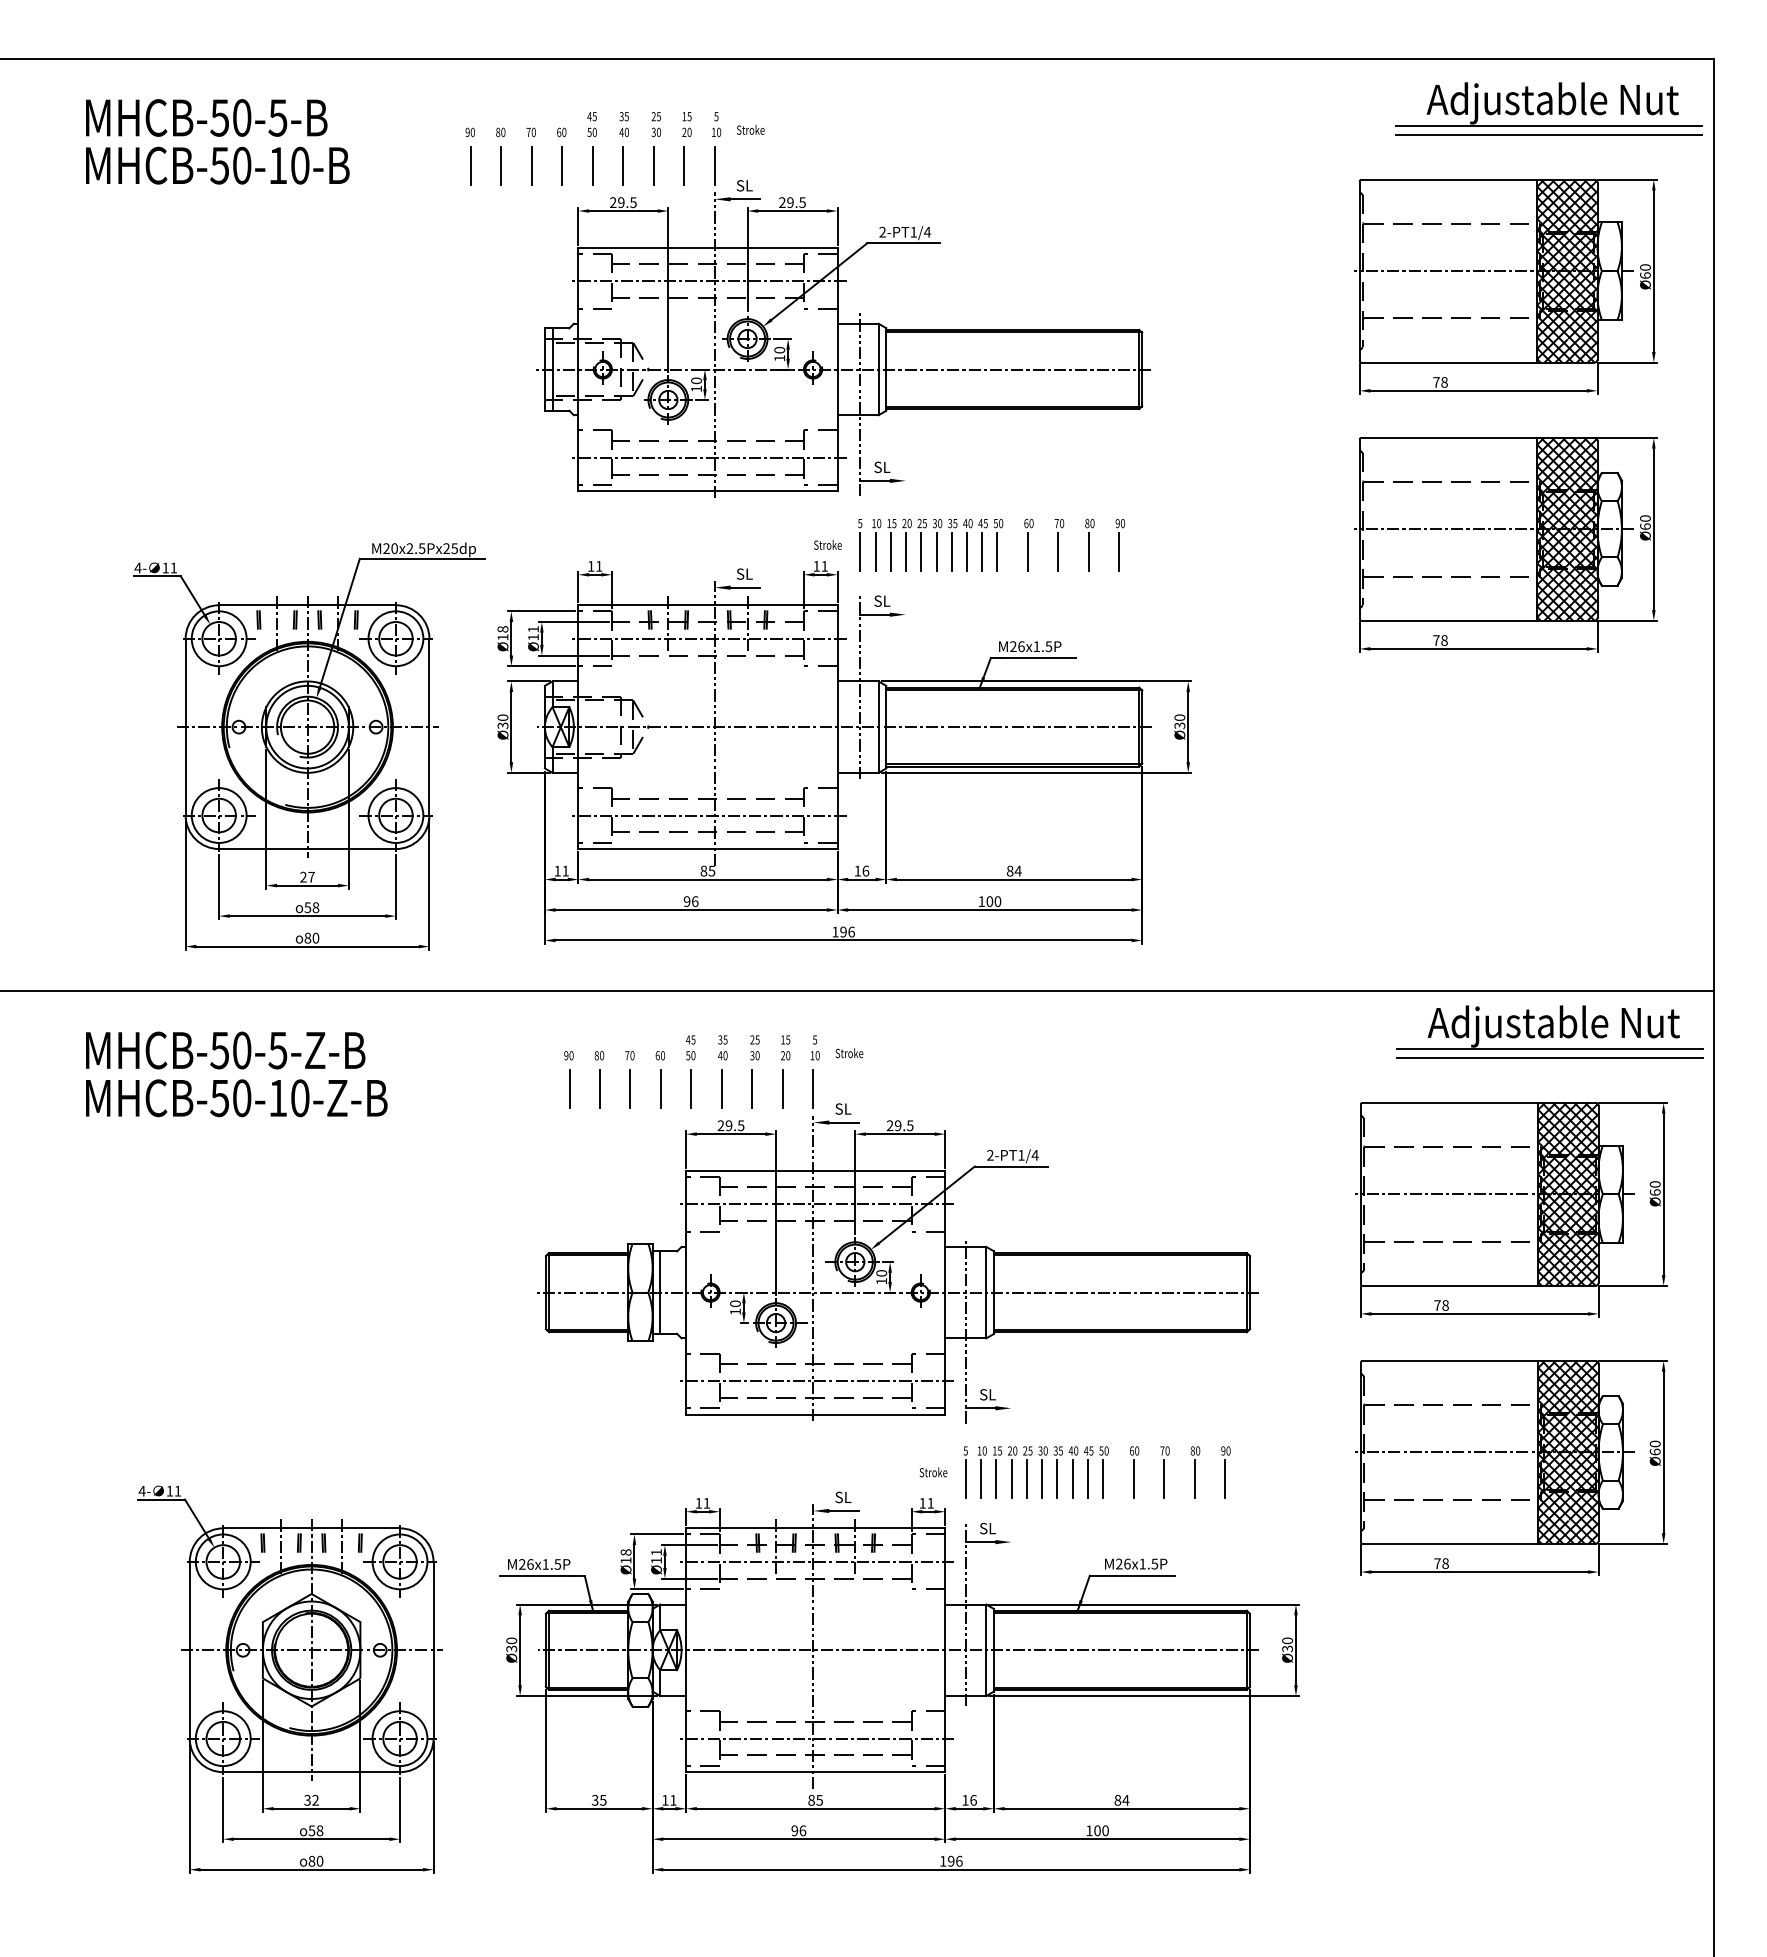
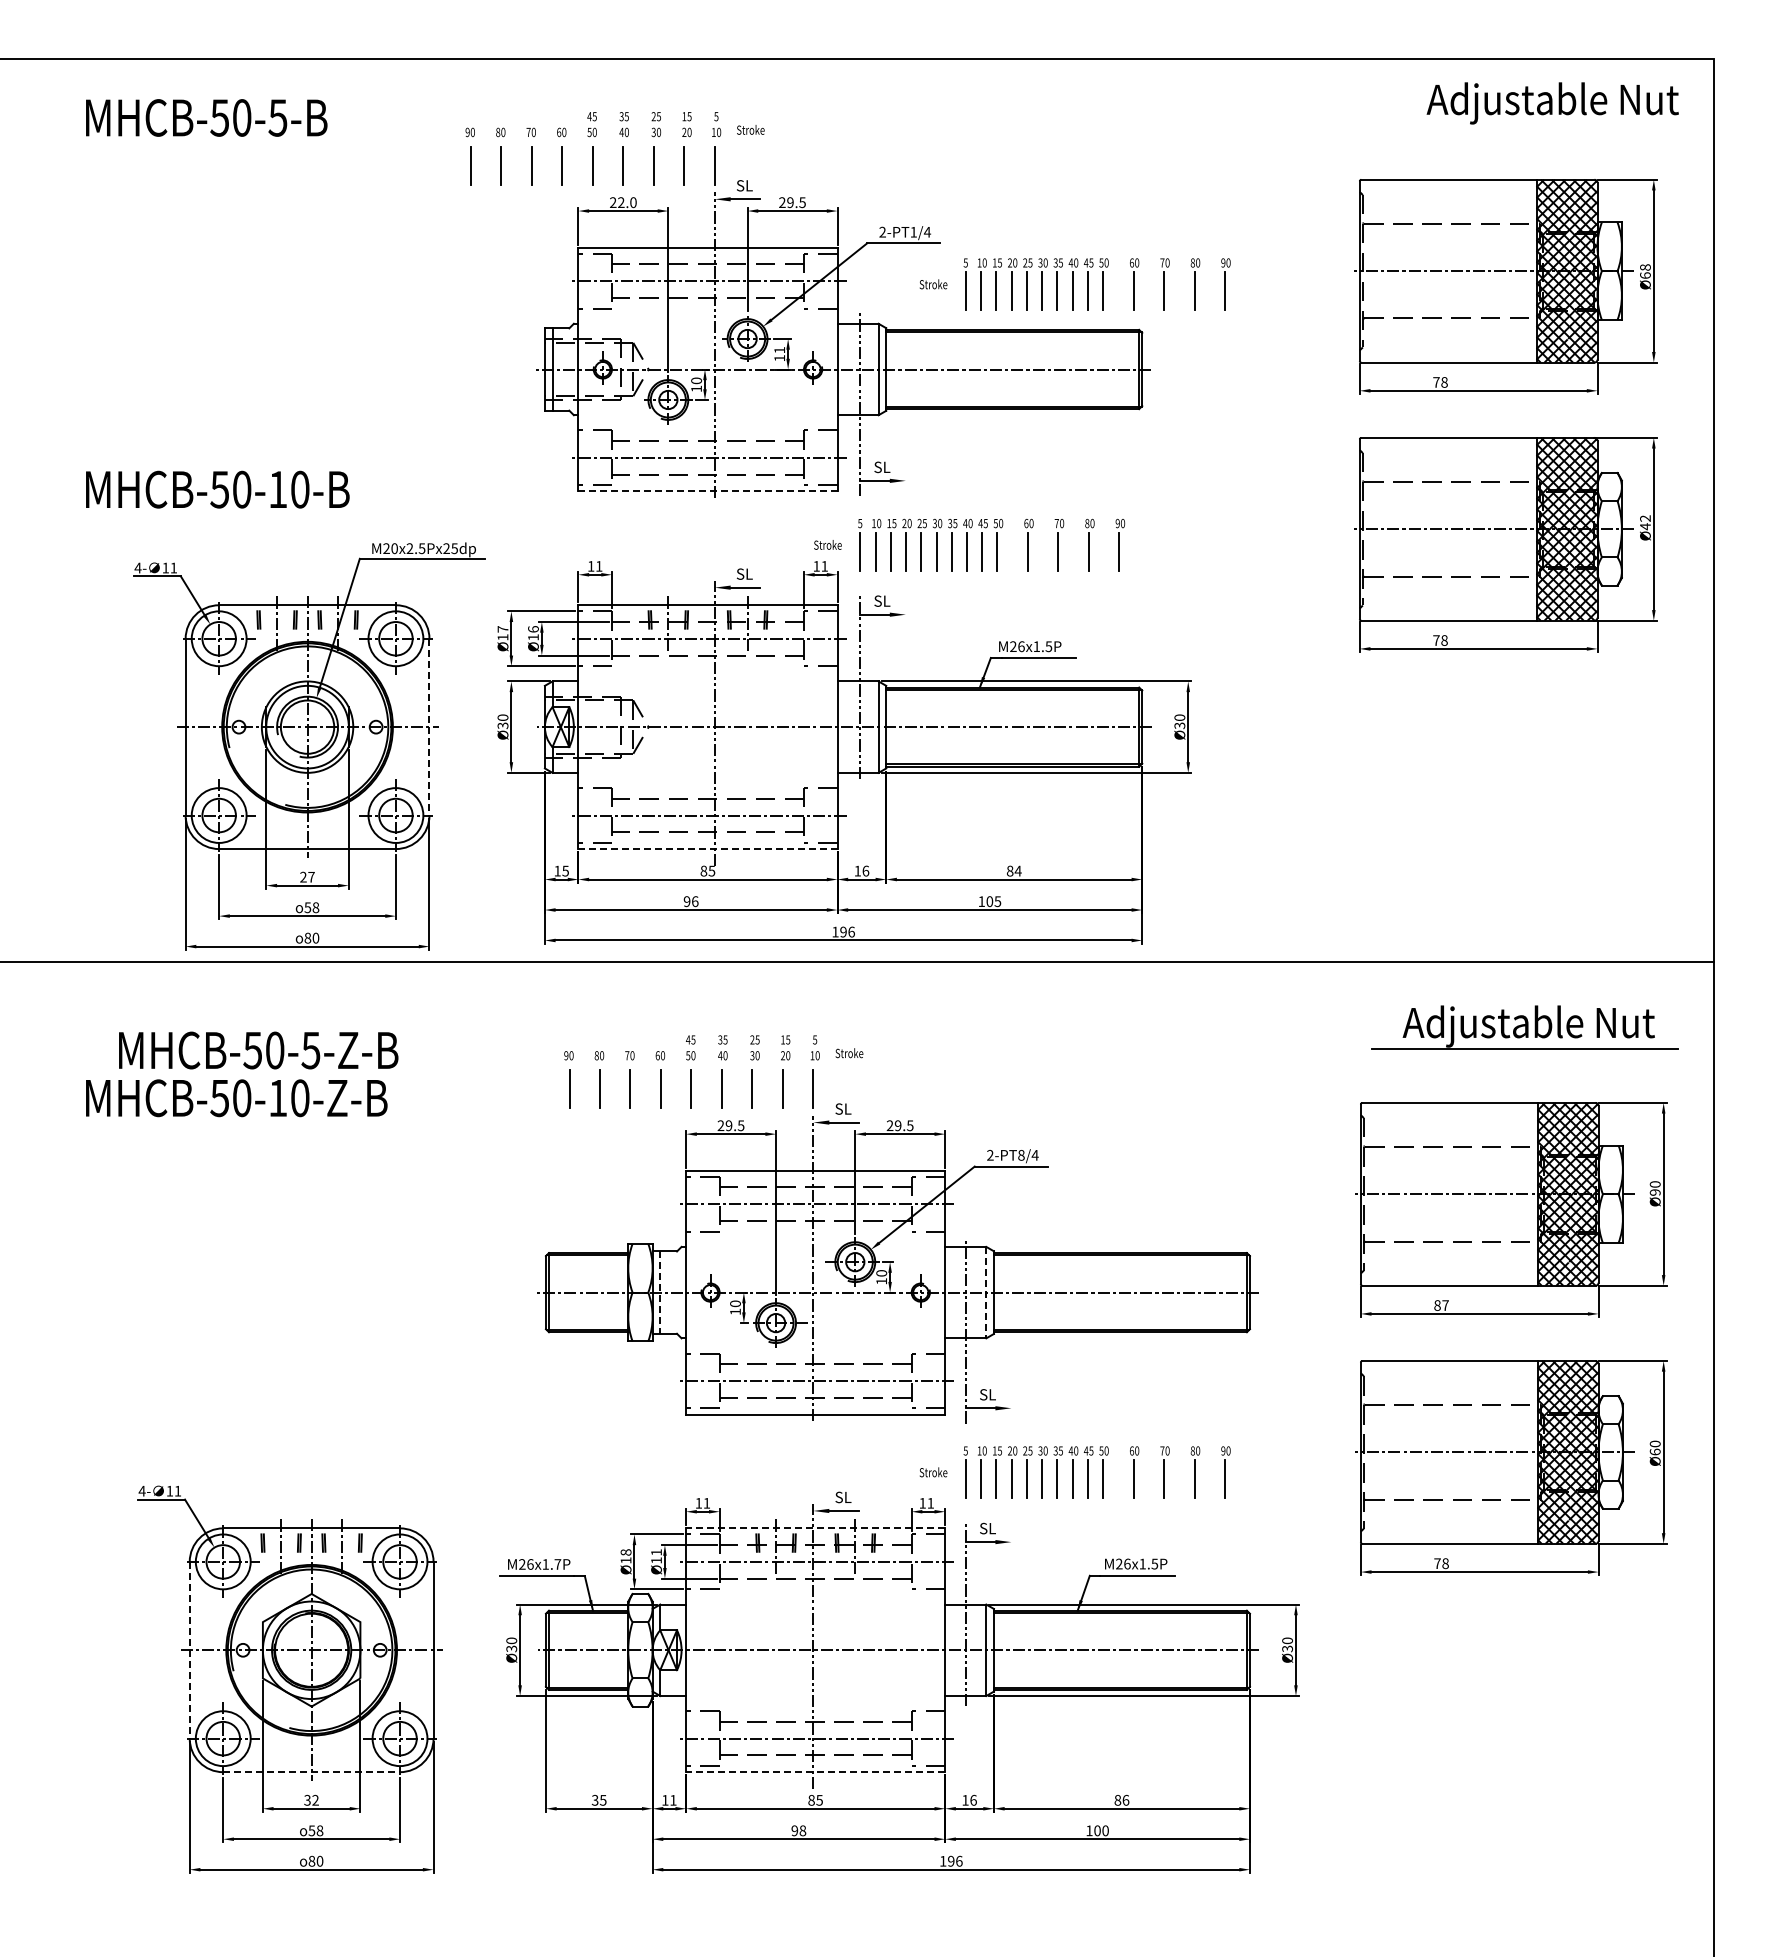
line at (1548, 126): present -> none
line at (1548, 134): present -> none
text at (217, 165) position: (217, 165) -> (217, 489)
text at (627, 202): 29.5 -> 22.0
text at (1645, 267): Ø60 -> Ø68
part at (1074, 284): none -> present
text at (779, 350): 10 -> 11
line at (707, 491): solid -> dashed
text at (1645, 522): Ø60 -> Ø42
text at (502, 629): Ø18 -> Ø17
text at (533, 629): Ø11 -> Ø16
line at (429, 727): solid -> dashed
line at (707, 849): solid -> dashed
text at (565, 870): 11 -> 15
text at (997, 901): 100 -> 105
line at (858, 991) position: (858, 991) -> (858, 962)
part at (1549, 1027) position: (1549, 1027) -> (1524, 1027)
text at (225, 1050) position: (225, 1050) -> (258, 1050)
line at (1549, 1057): present -> none
text at (1021, 1155): 2-PT1/4 -> 2-PT8/4
text at (1654, 1192): Ø60 -> Ø90
line at (986, 1292): solid -> dashed
line at (660, 1293): solid -> dashed
text at (1441, 1305): 78 -> 87
line at (815, 1528): solid -> dashed
text at (557, 1564): M26x1.5P -> M26x1.7P
line at (189, 1650): solid -> dashed
line at (312, 1772): solid -> dashed
line at (815, 1772): solid -> dashed
text at (1125, 1799): 84 -> 86
text at (802, 1830): 96 -> 98
